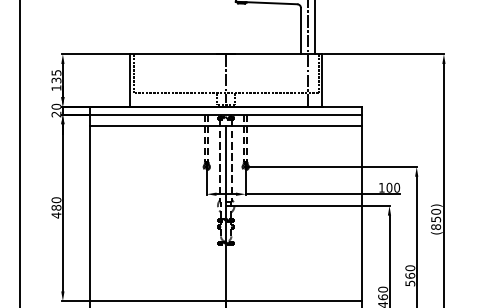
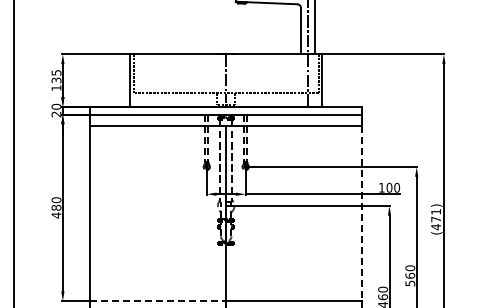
line at (20, 153) position: (20, 153) -> (14, 153)
line at (362, 214): solid -> dashed
text at (436, 219): (850) -> (471)
line at (158, 301): solid -> dashed
